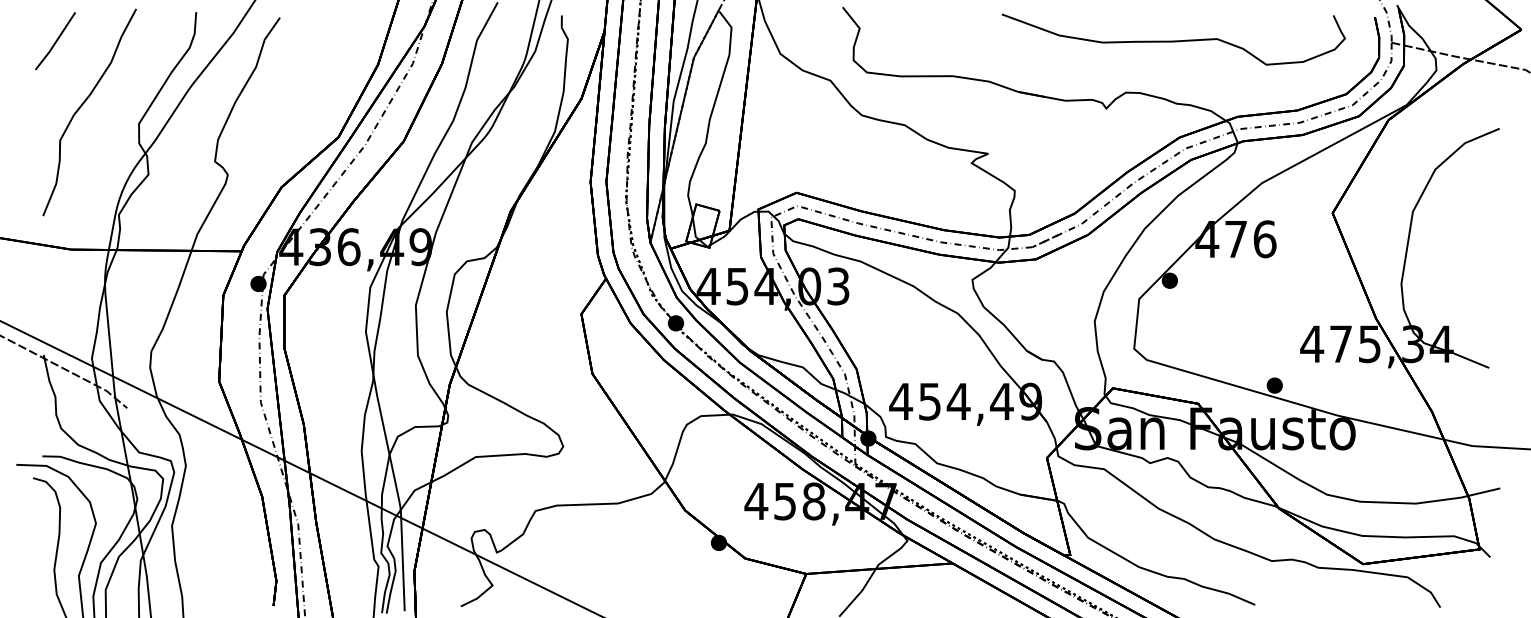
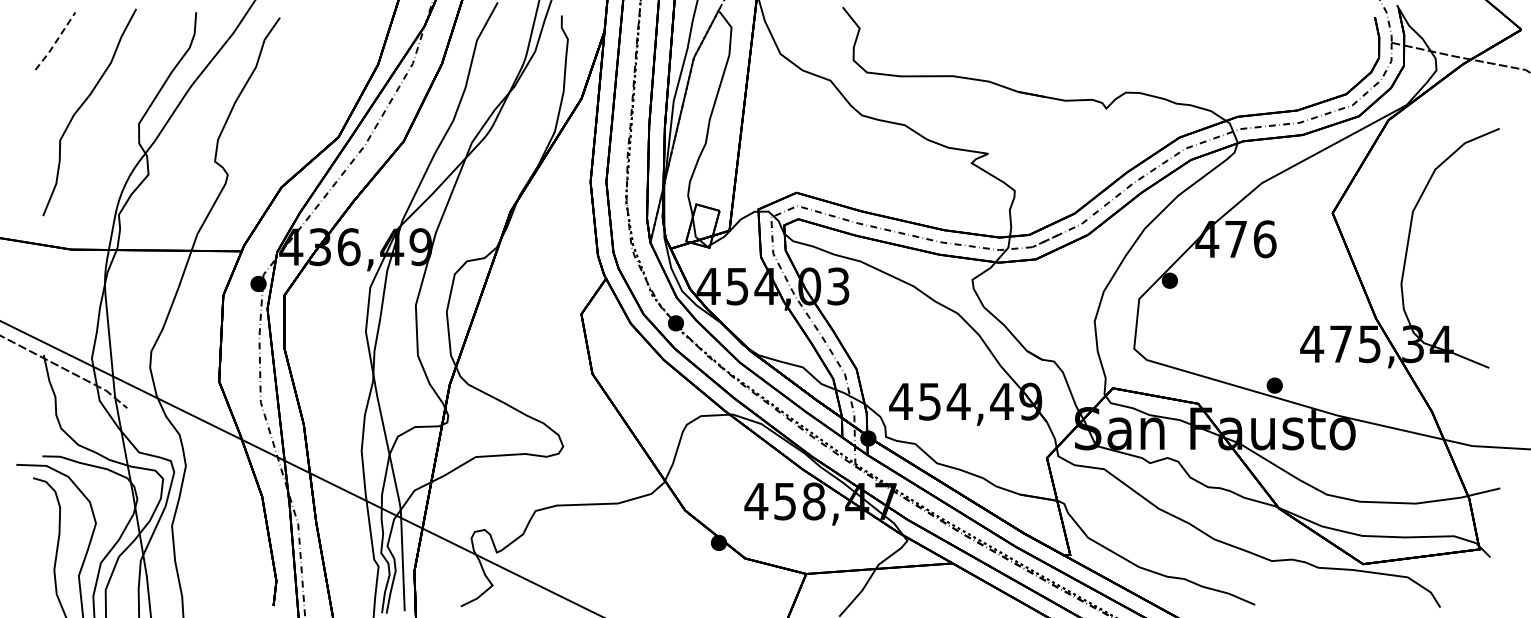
curve at (1173, 40): present -> none
line at (55, 42): solid -> dashed
